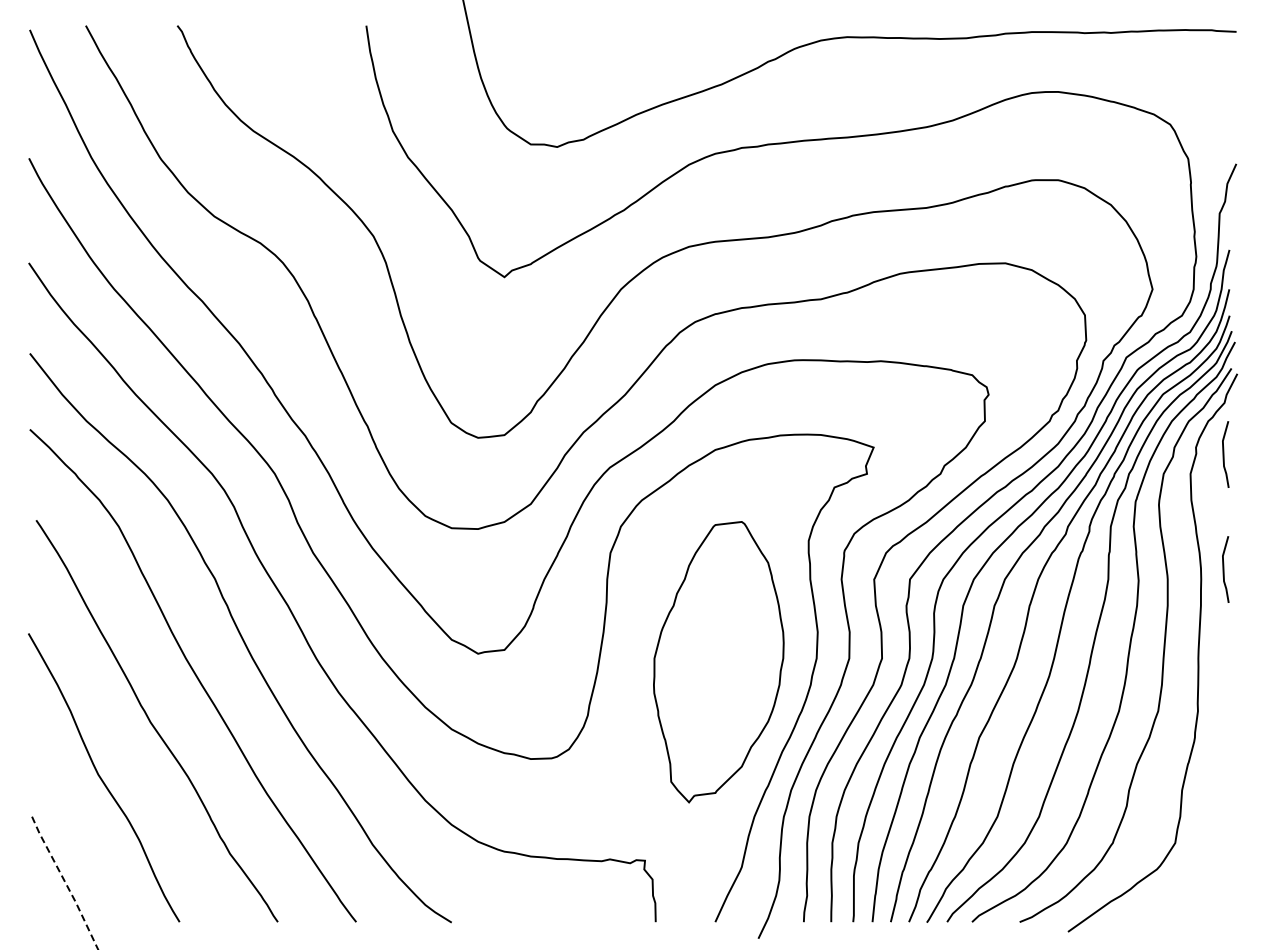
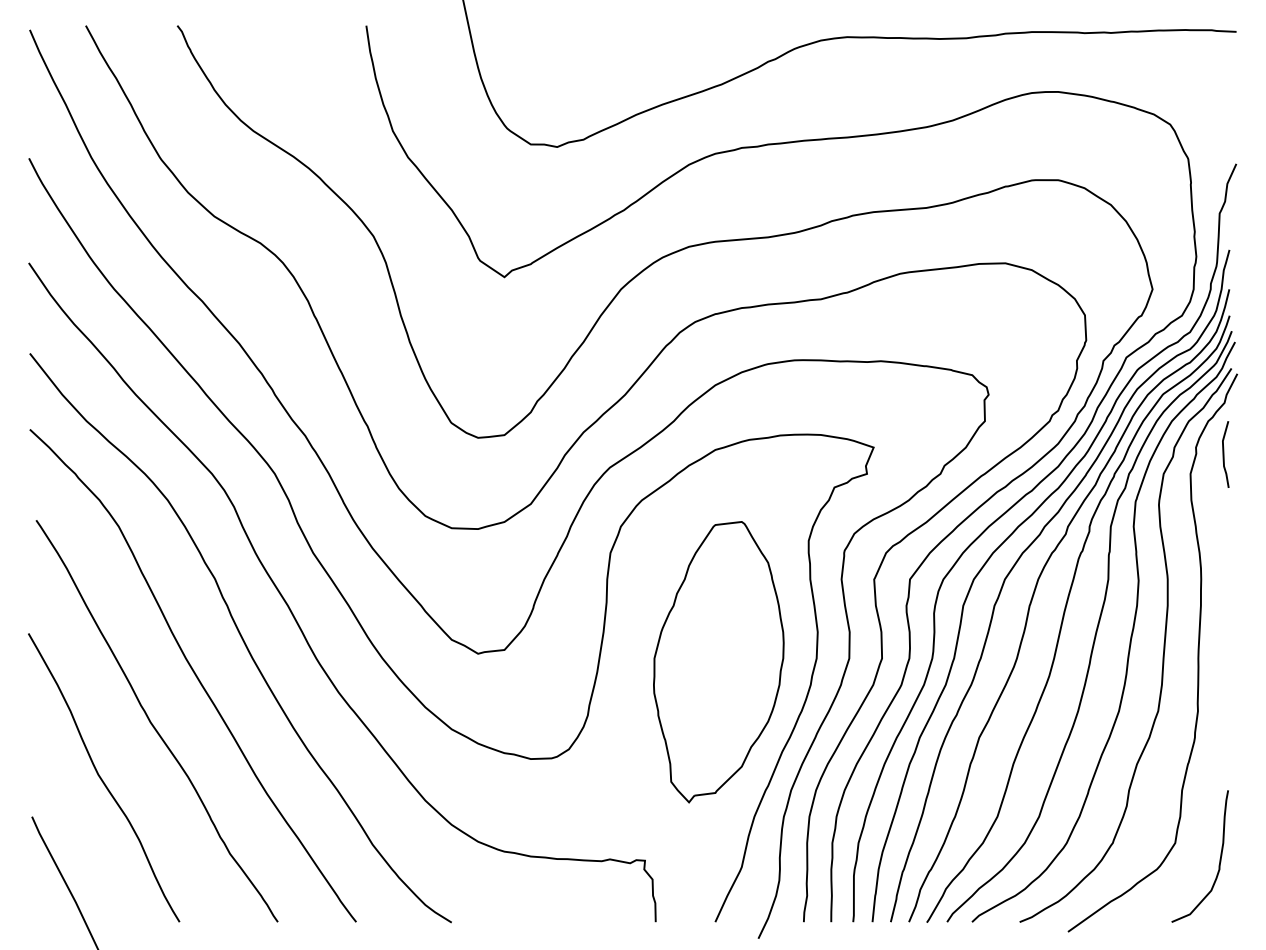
line at (1224, 569): present -> none
curve at (1219, 858): none -> present
line at (65, 883): dashed -> solid
